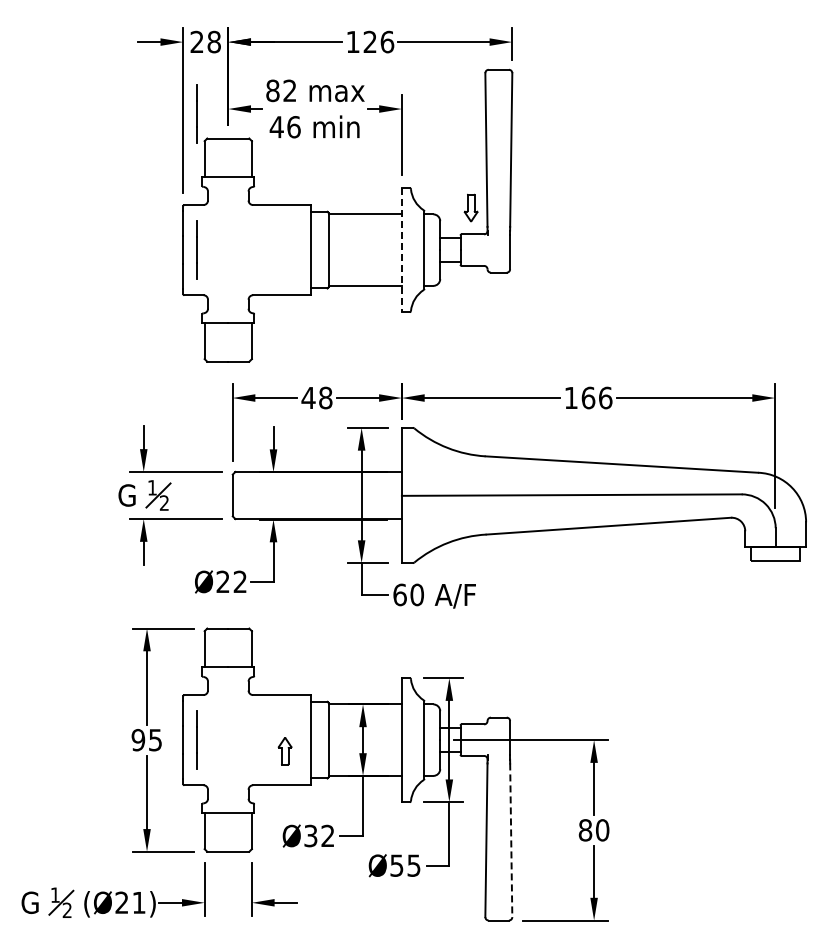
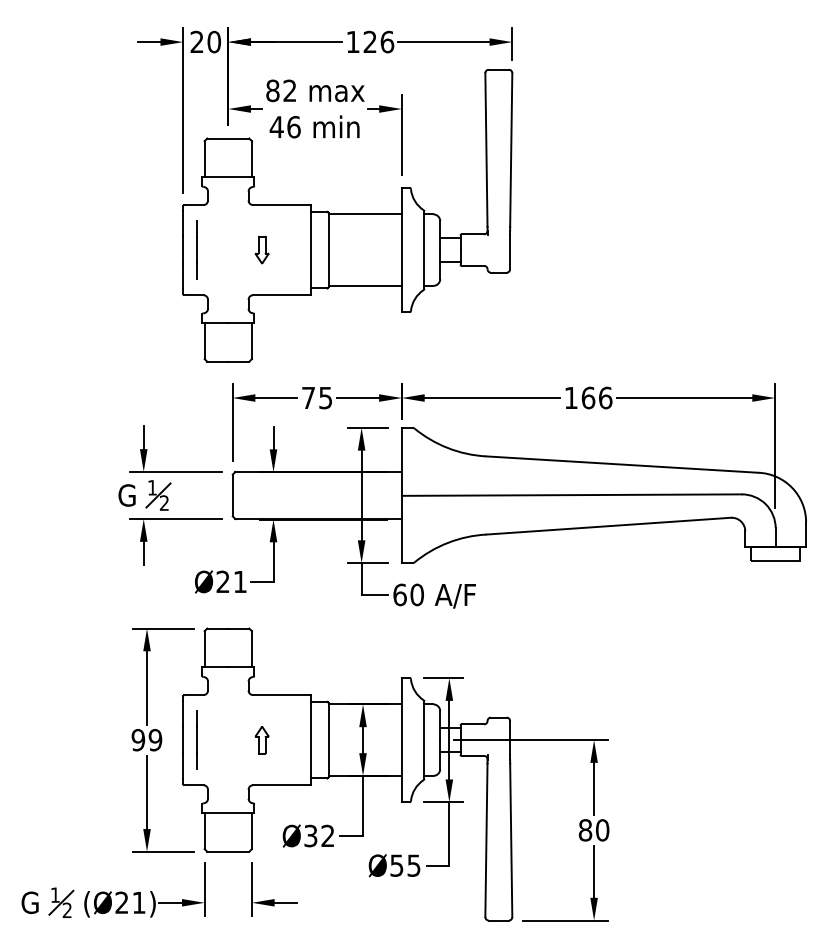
text at (213, 42): 28 -> 20
line at (196, 113): present -> none
part at (470, 207) position: (470, 207) -> (261, 249)
line at (401, 250): dashed -> solid
text at (316, 397): 48 -> 75
text at (239, 581): Ø22 -> Ø21
text at (155, 740): 95 -> 99
part at (284, 751) position: (284, 751) -> (261, 740)
line at (511, 840): dashed -> solid
